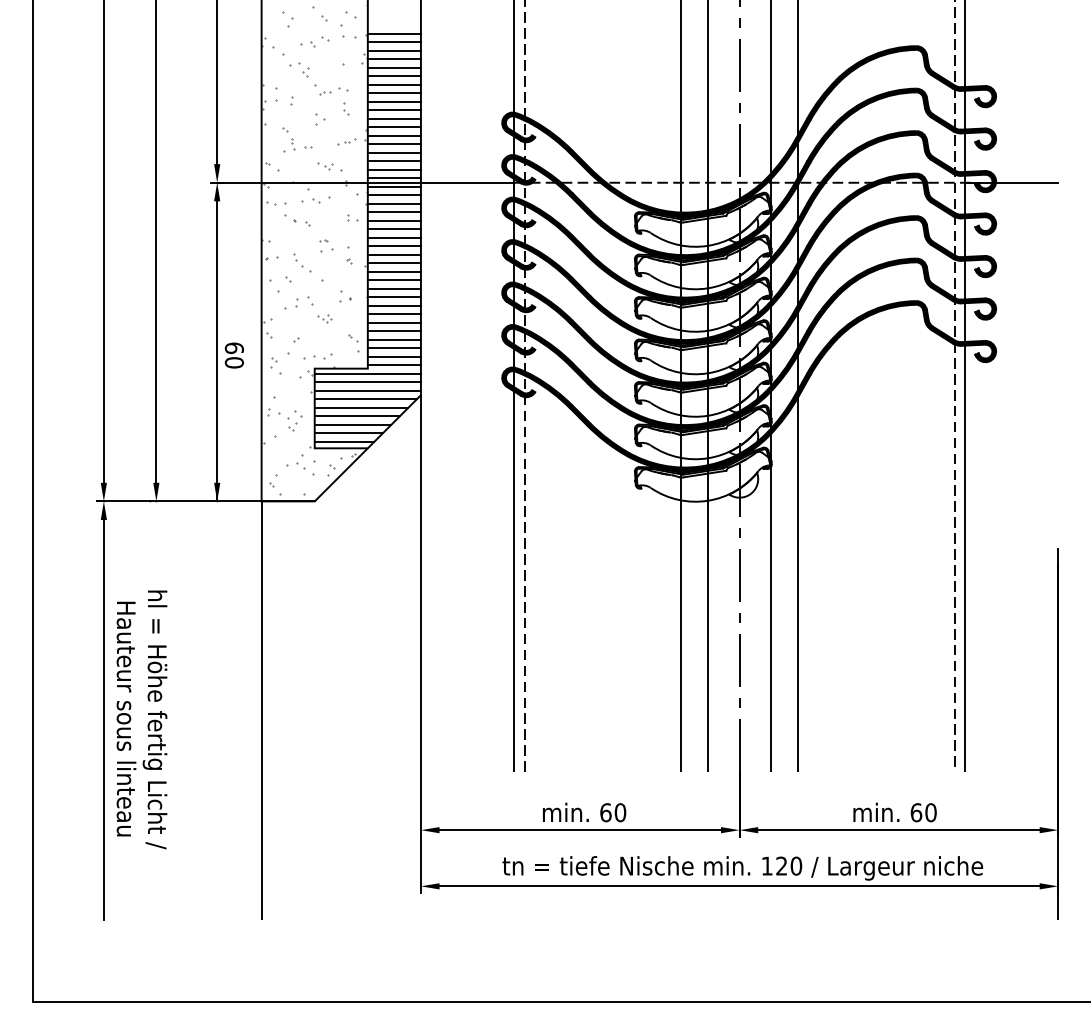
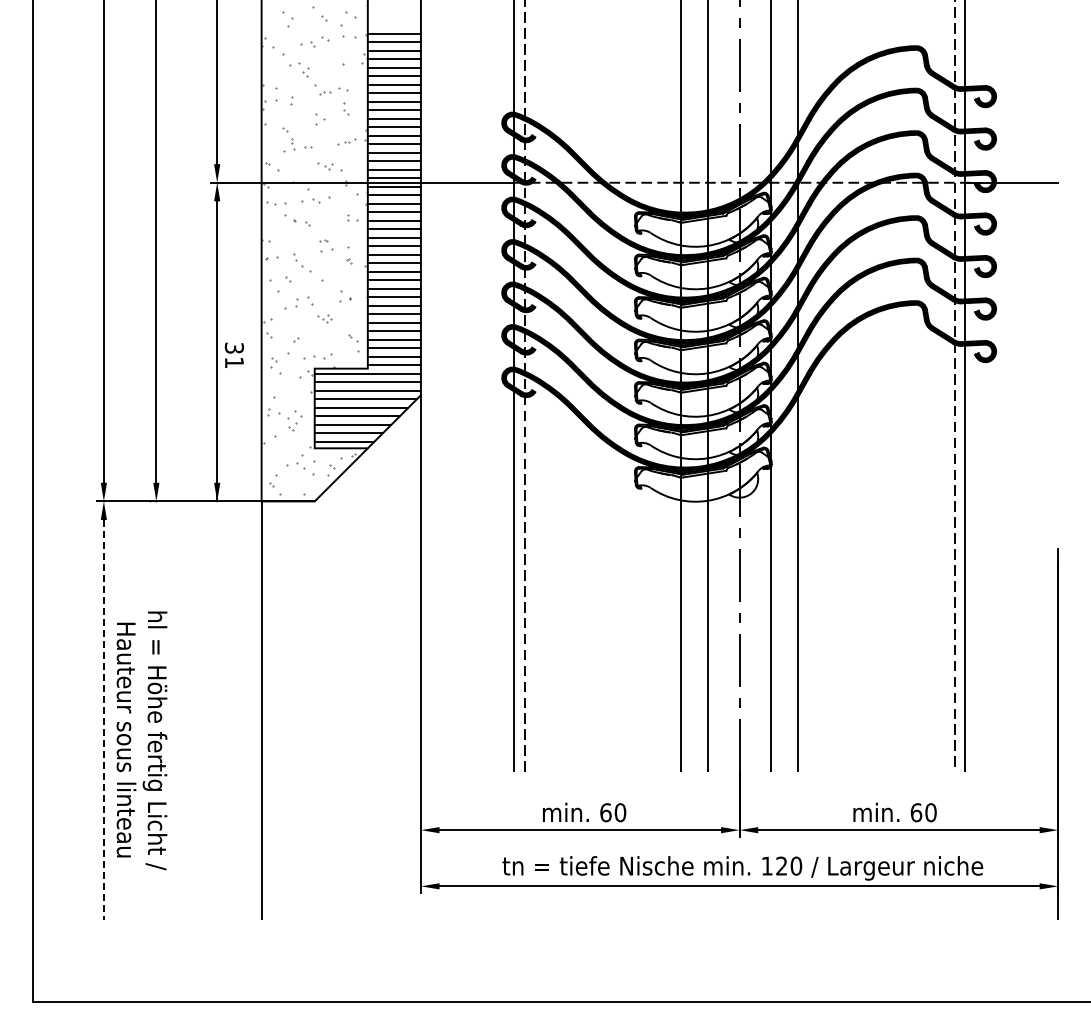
text at (233, 355): 60 -> 31
text at (141, 719) position: (141, 719) -> (141, 740)
line at (103, 720): solid -> dashed
